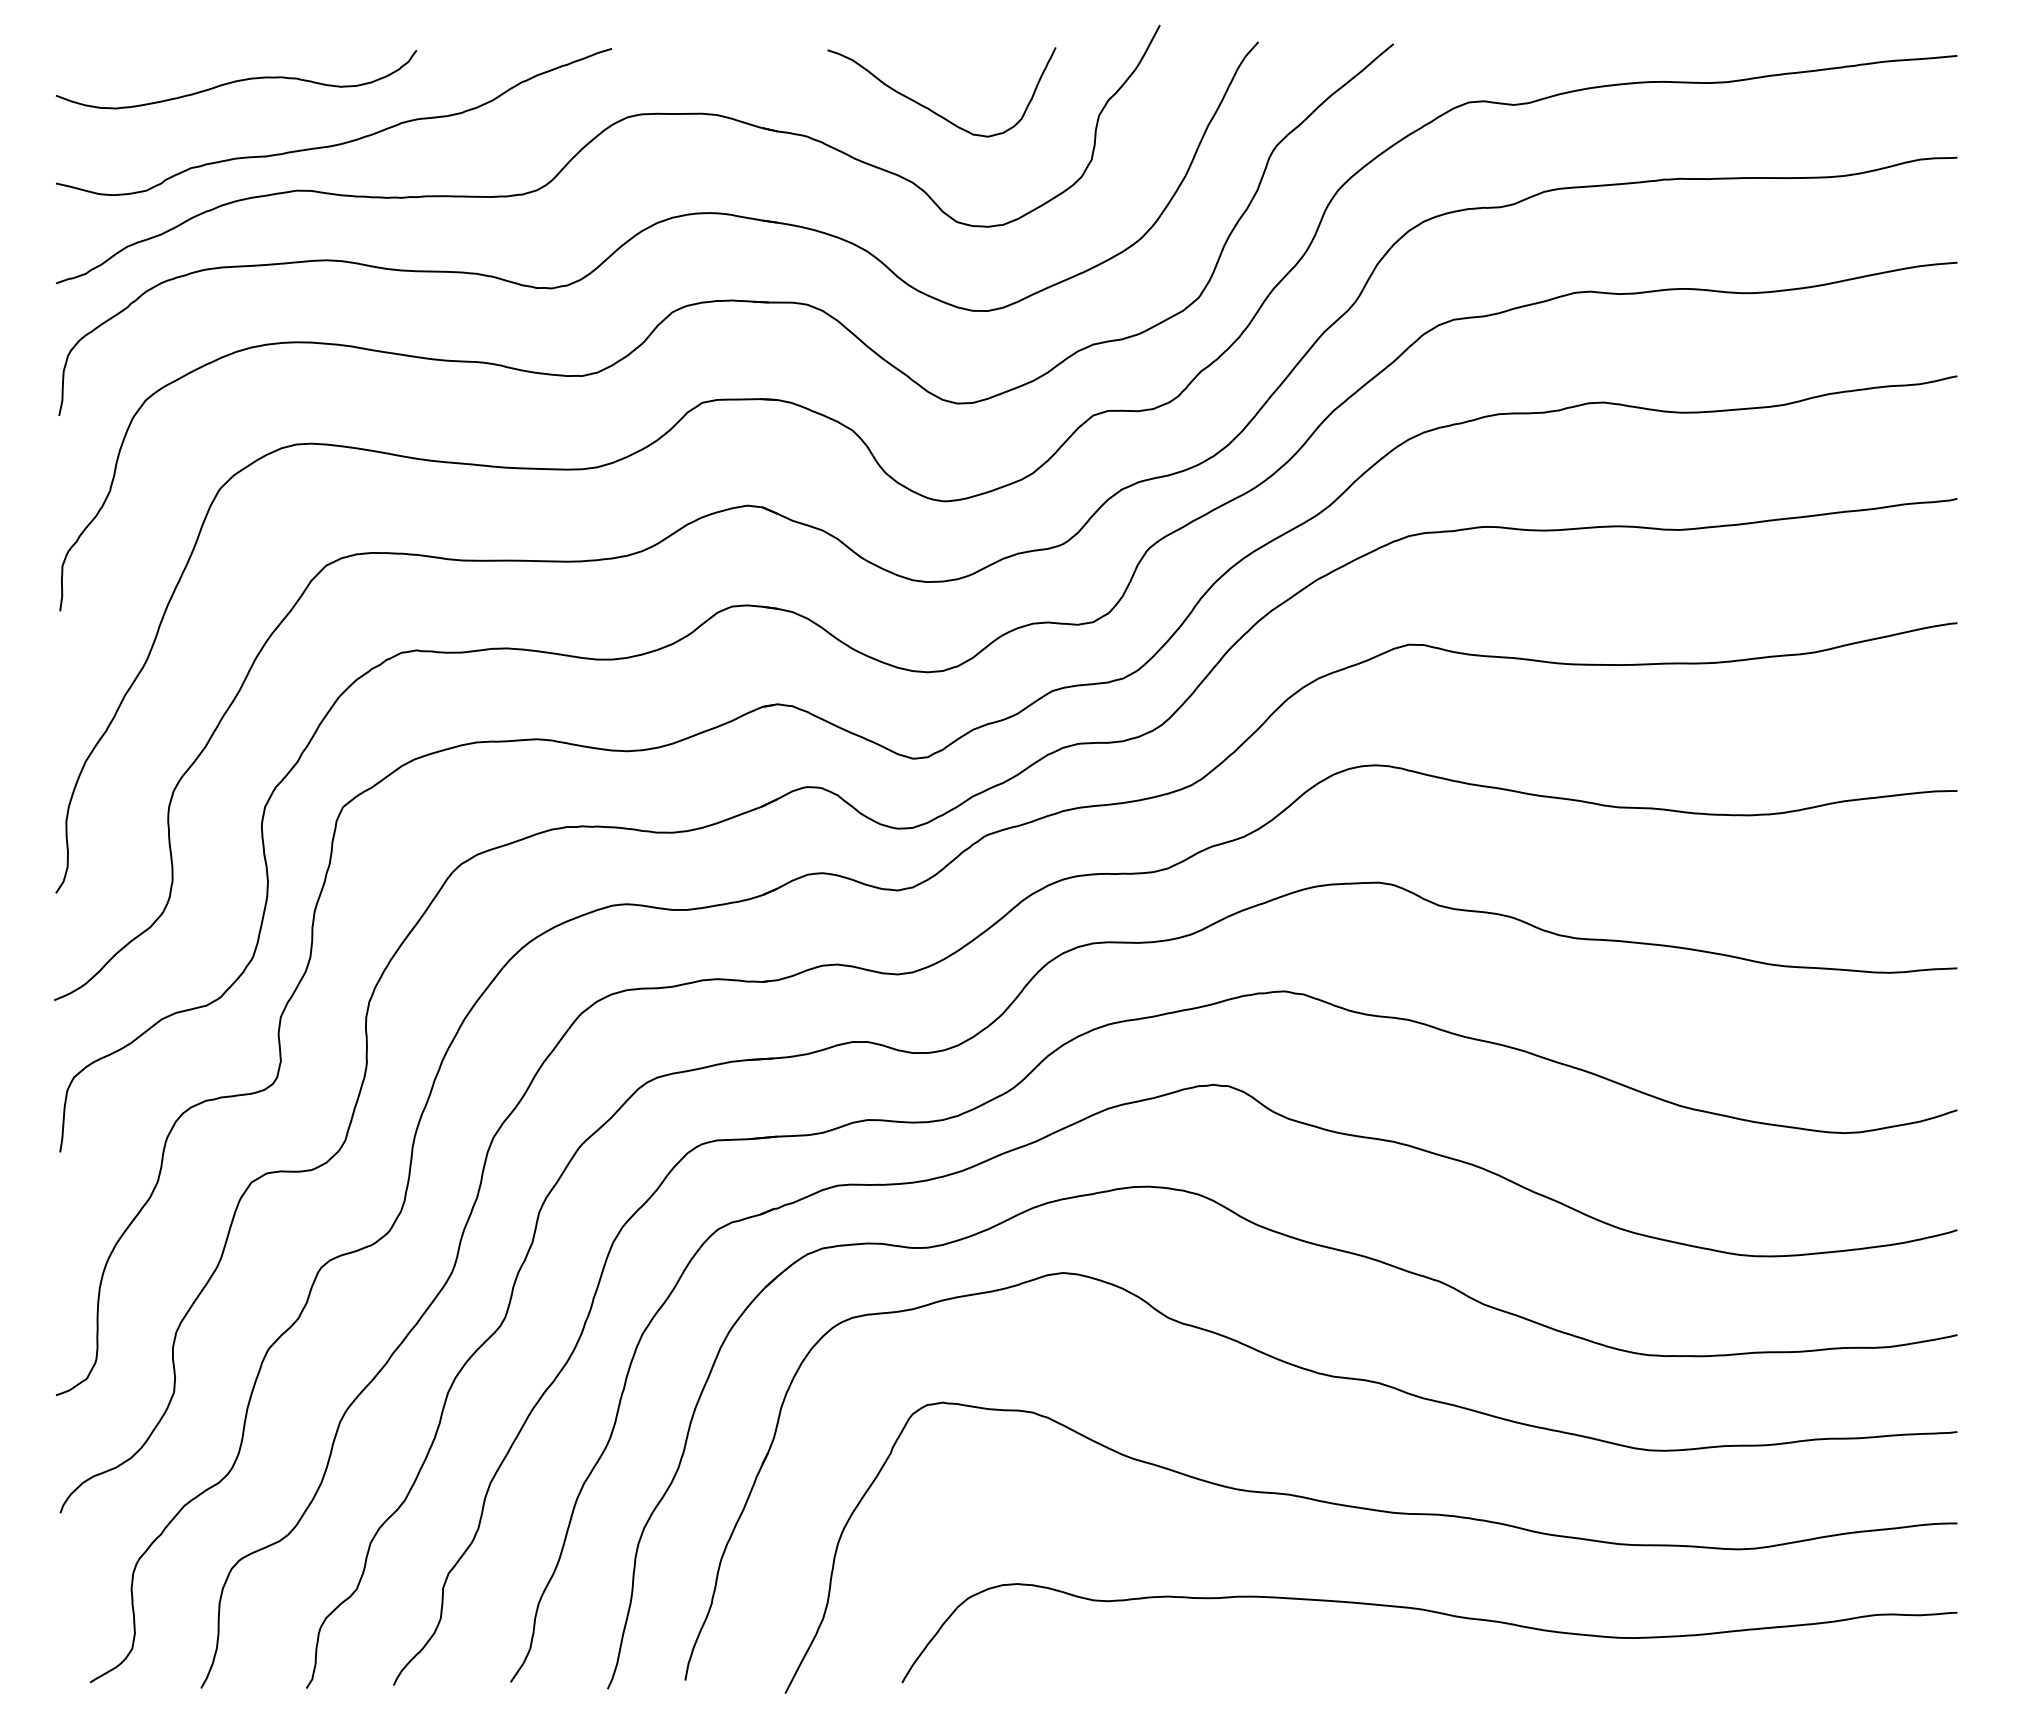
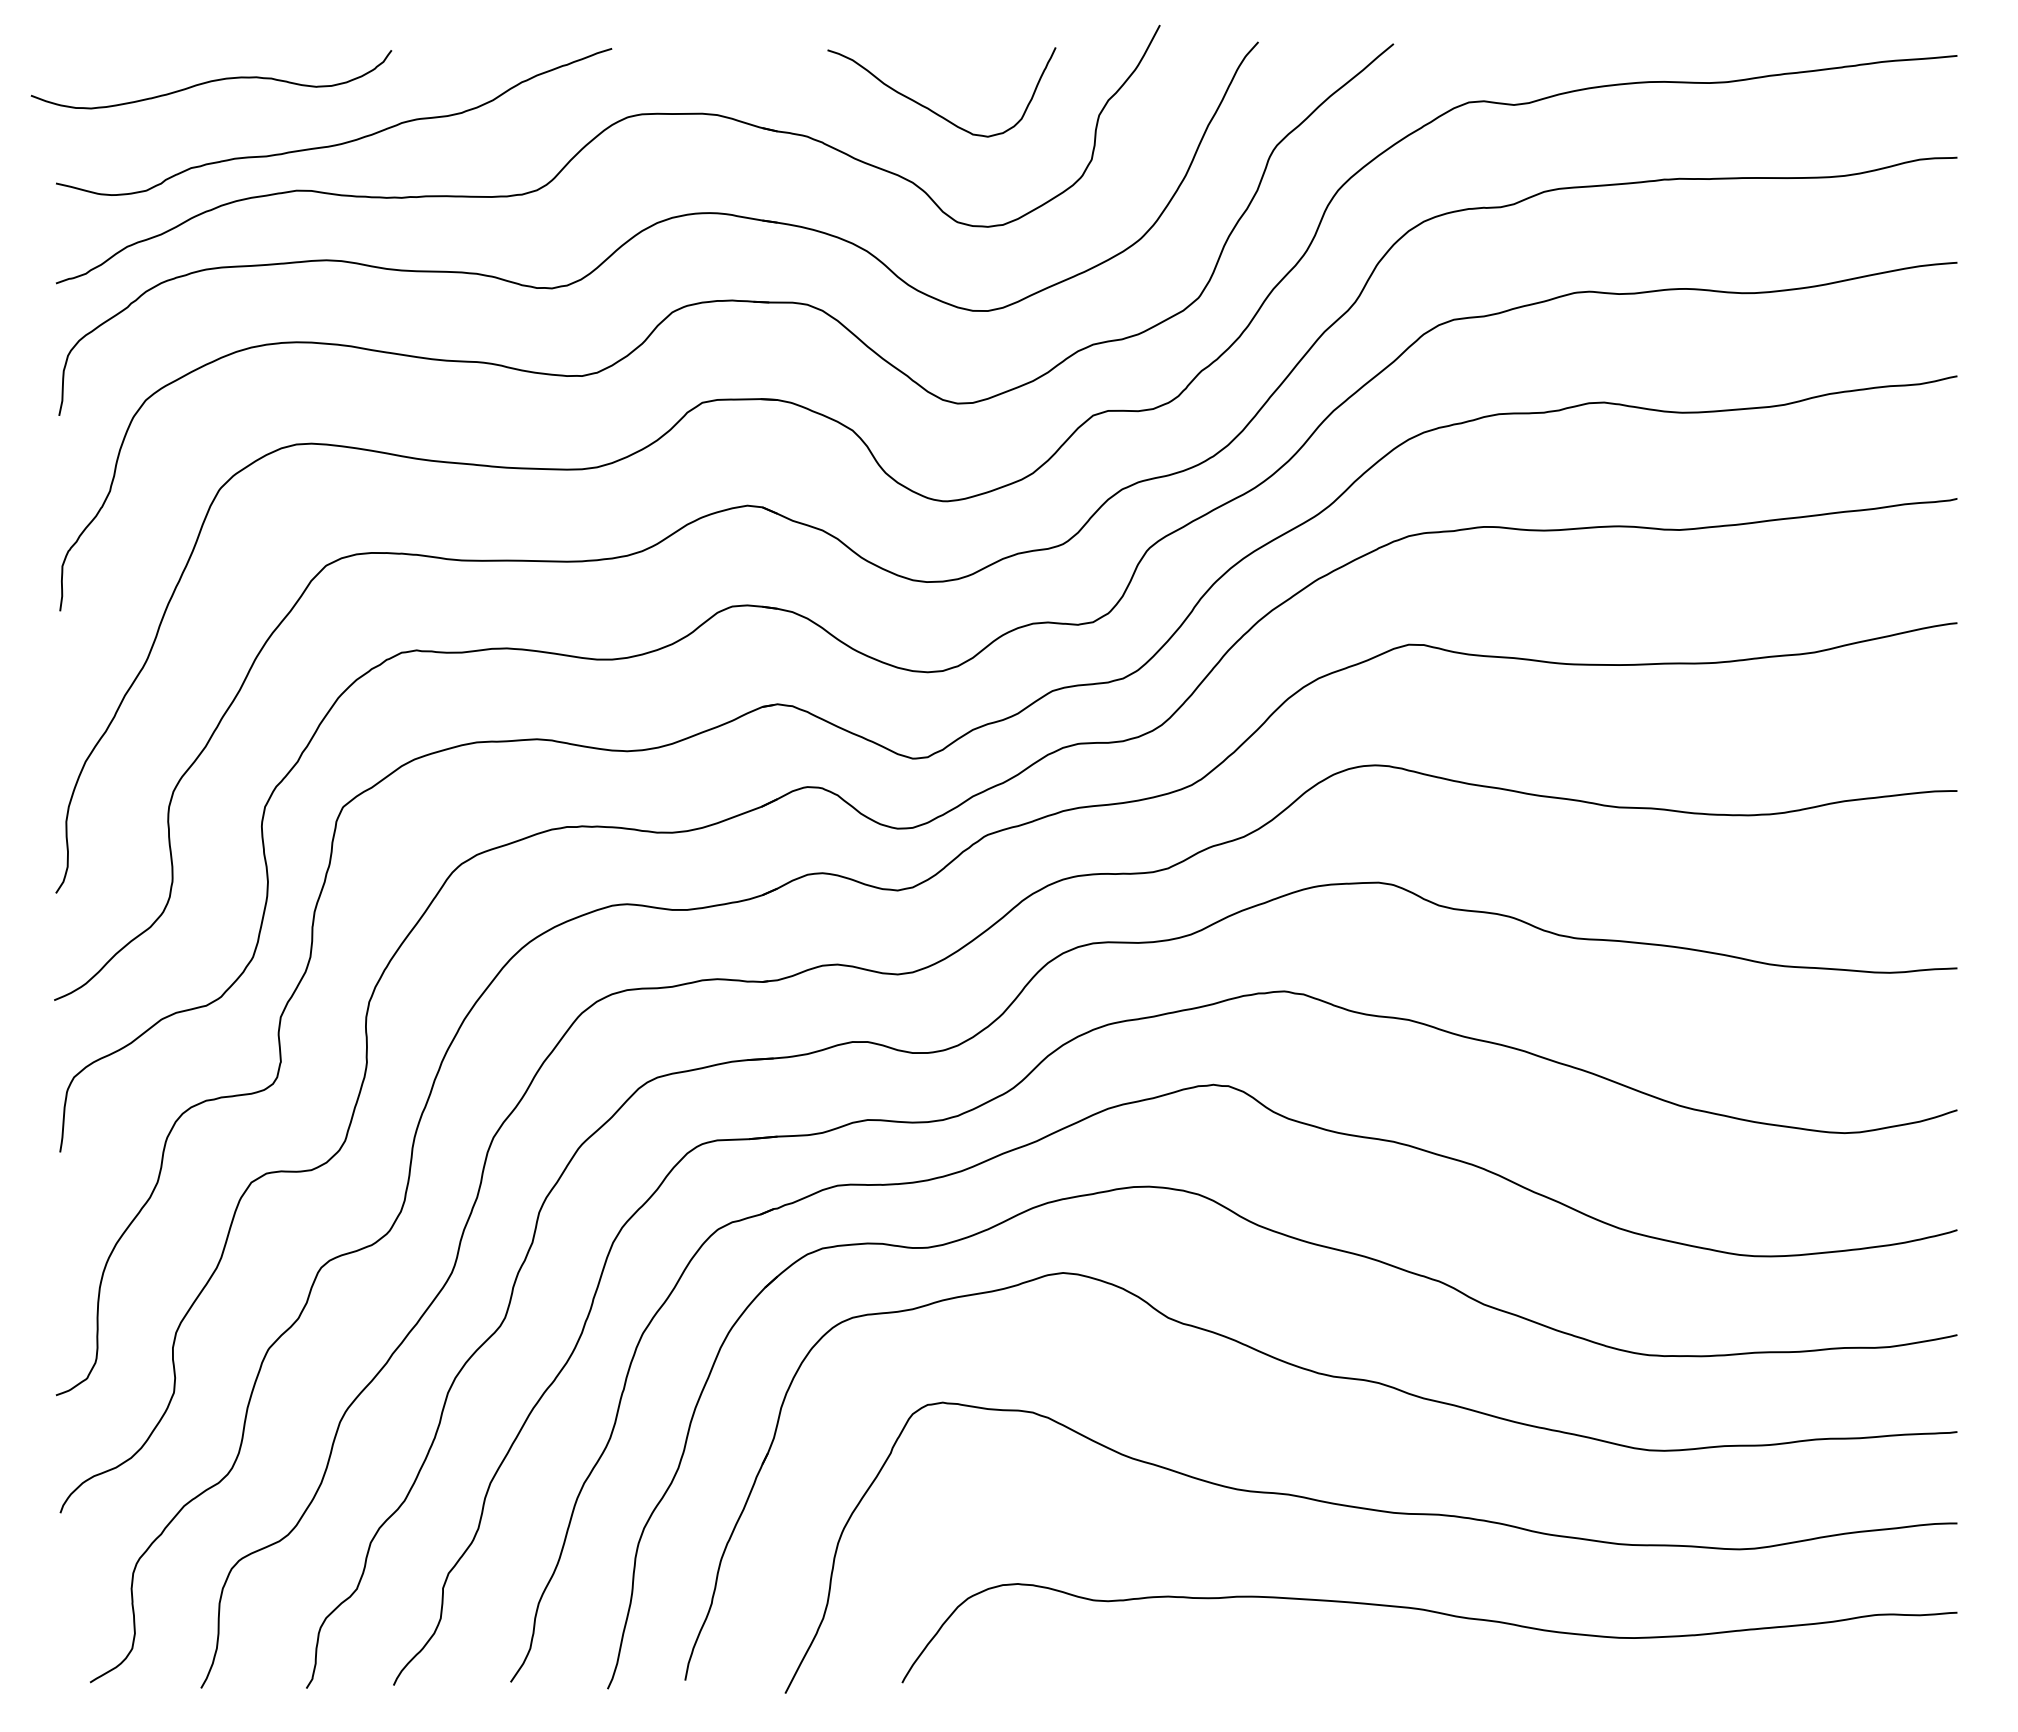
curve at (236, 80) position: (236, 80) -> (211, 80)
